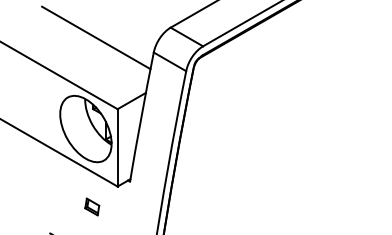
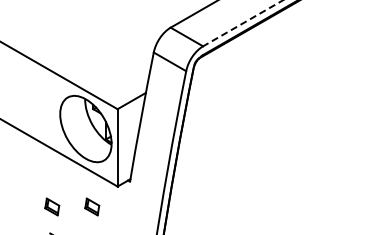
line at (242, 23): solid -> dashed
line at (96, 37): present -> none
part at (52, 206): none -> present
